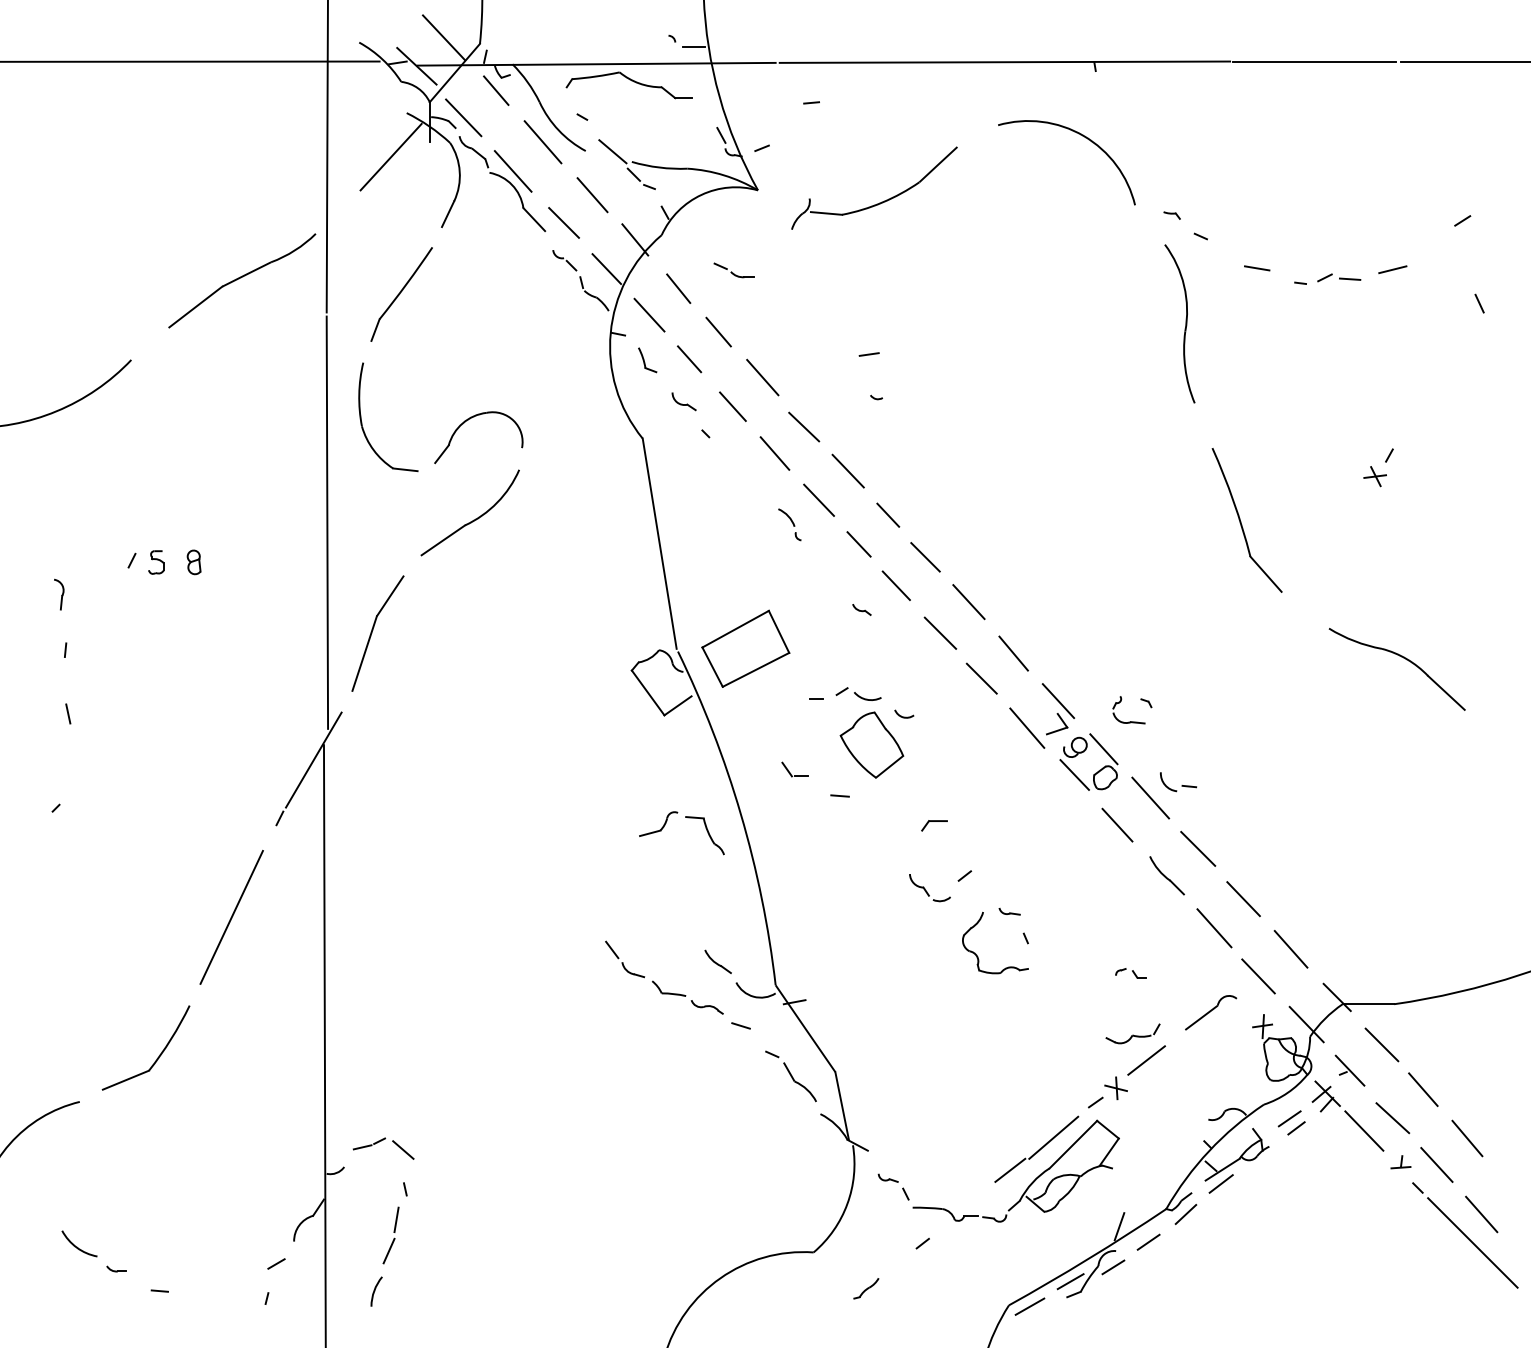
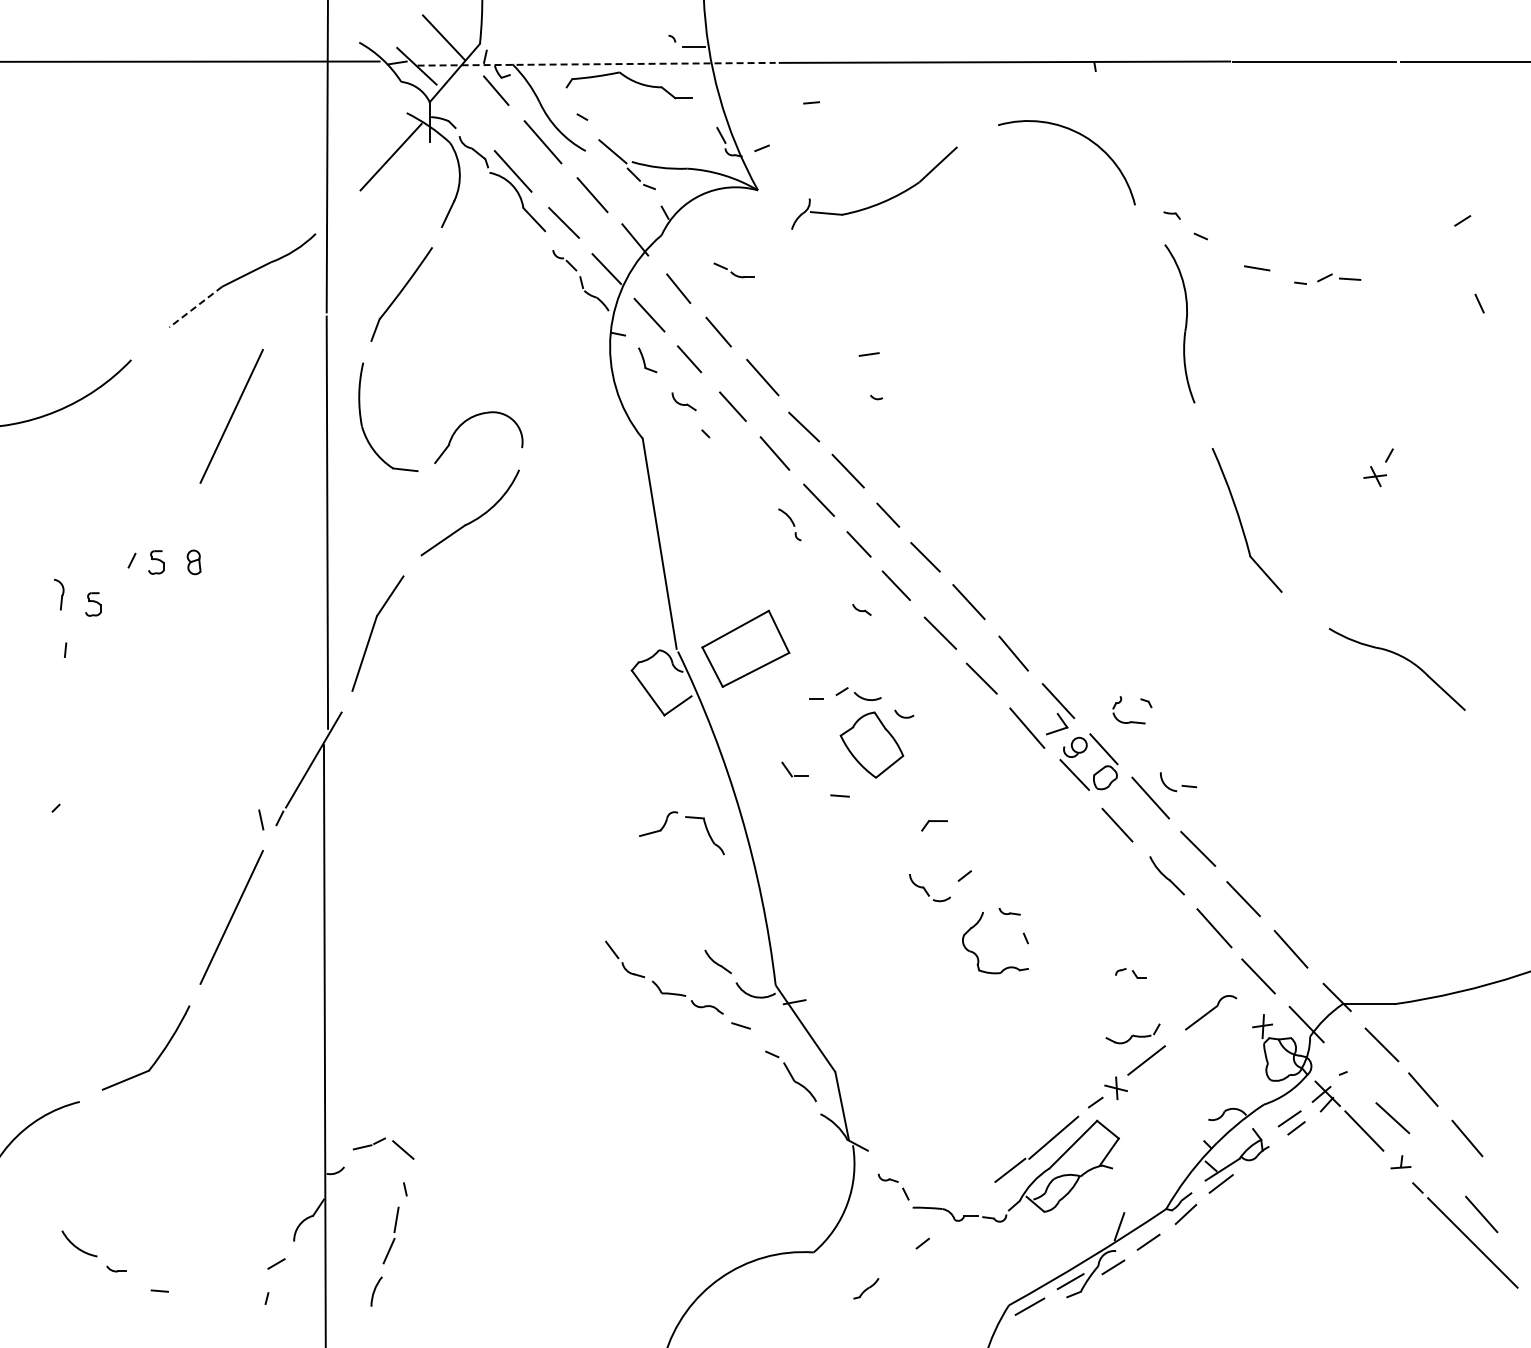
line at (597, 64): solid -> dashed
line at (463, 117): present -> none
line at (1392, 269): present -> none
line at (195, 307): solid -> dashed
line at (231, 416): none -> present
part at (93, 604): none -> present
line at (68, 713) position: (68, 713) -> (261, 819)
line at (1349, 1070): present -> none
line at (1436, 1164): present -> none
